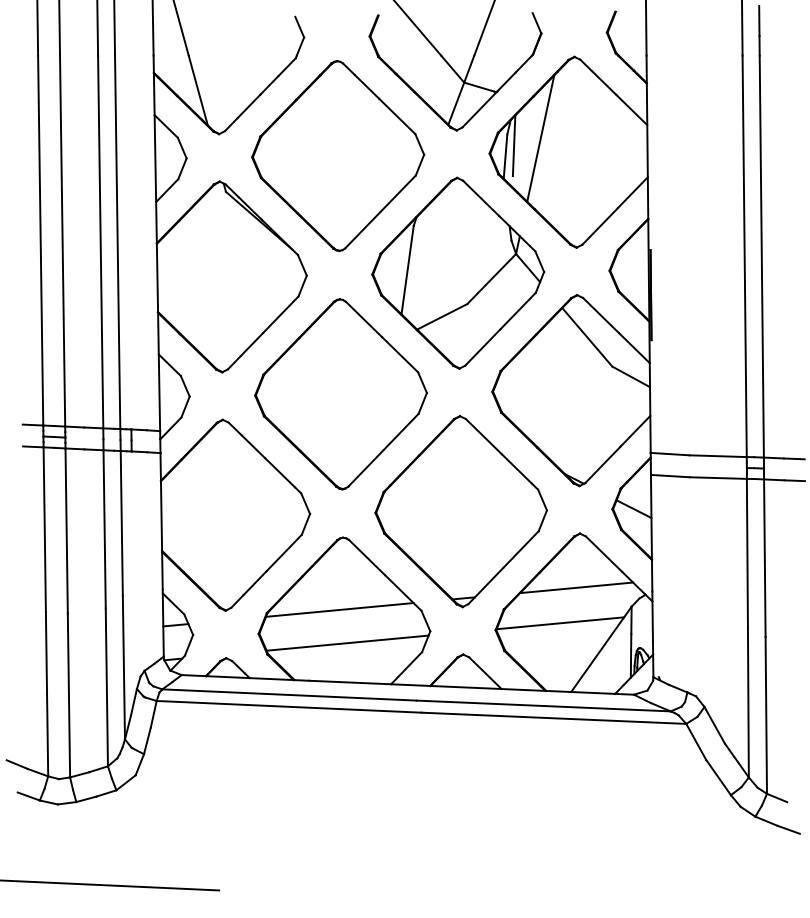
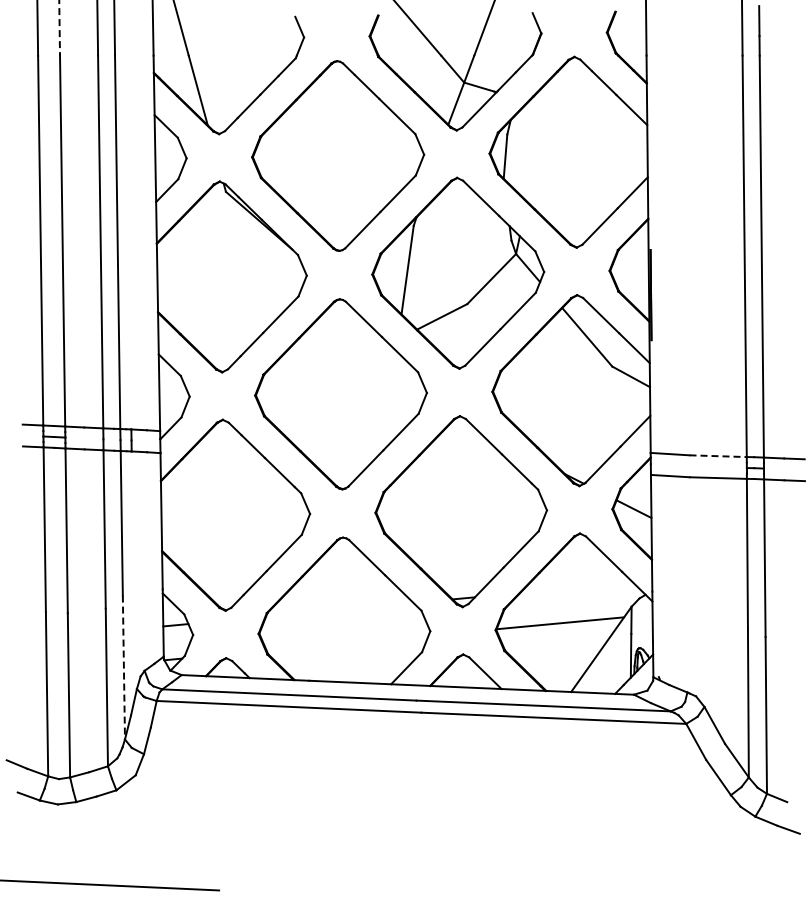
line at (59, 28): solid -> dashed
line at (540, 138): present -> none
line at (513, 145): present -> none
line at (718, 456): solid -> dashed
line at (576, 587): present -> none
line at (339, 609): present -> none
line at (347, 642): present -> none
line at (123, 667): solid -> dashed
